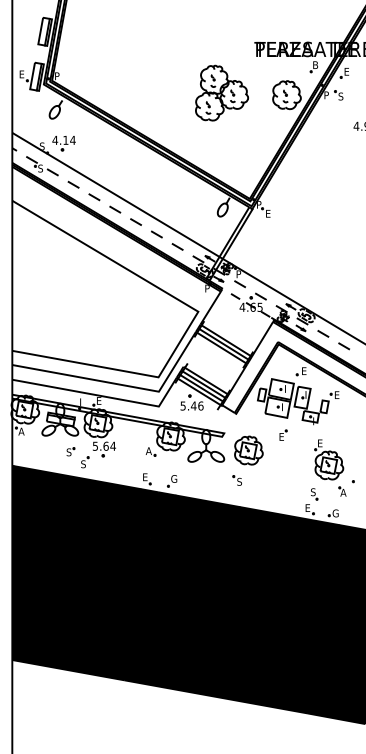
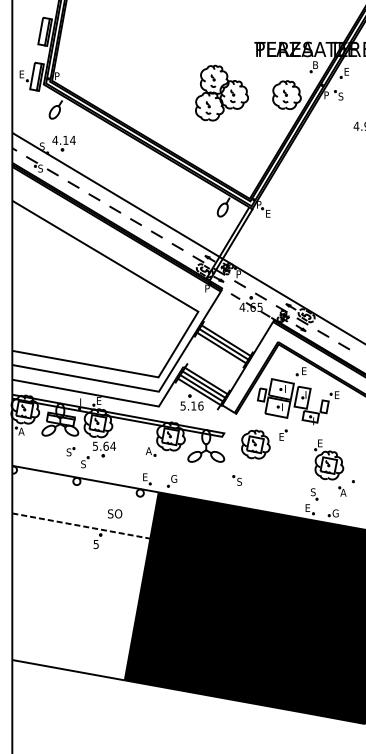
text at (193, 405): 5.46 -> 5.16
part at (248, 450) position: (248, 450) -> (255, 444)
fill at (85, 572): present -> none
